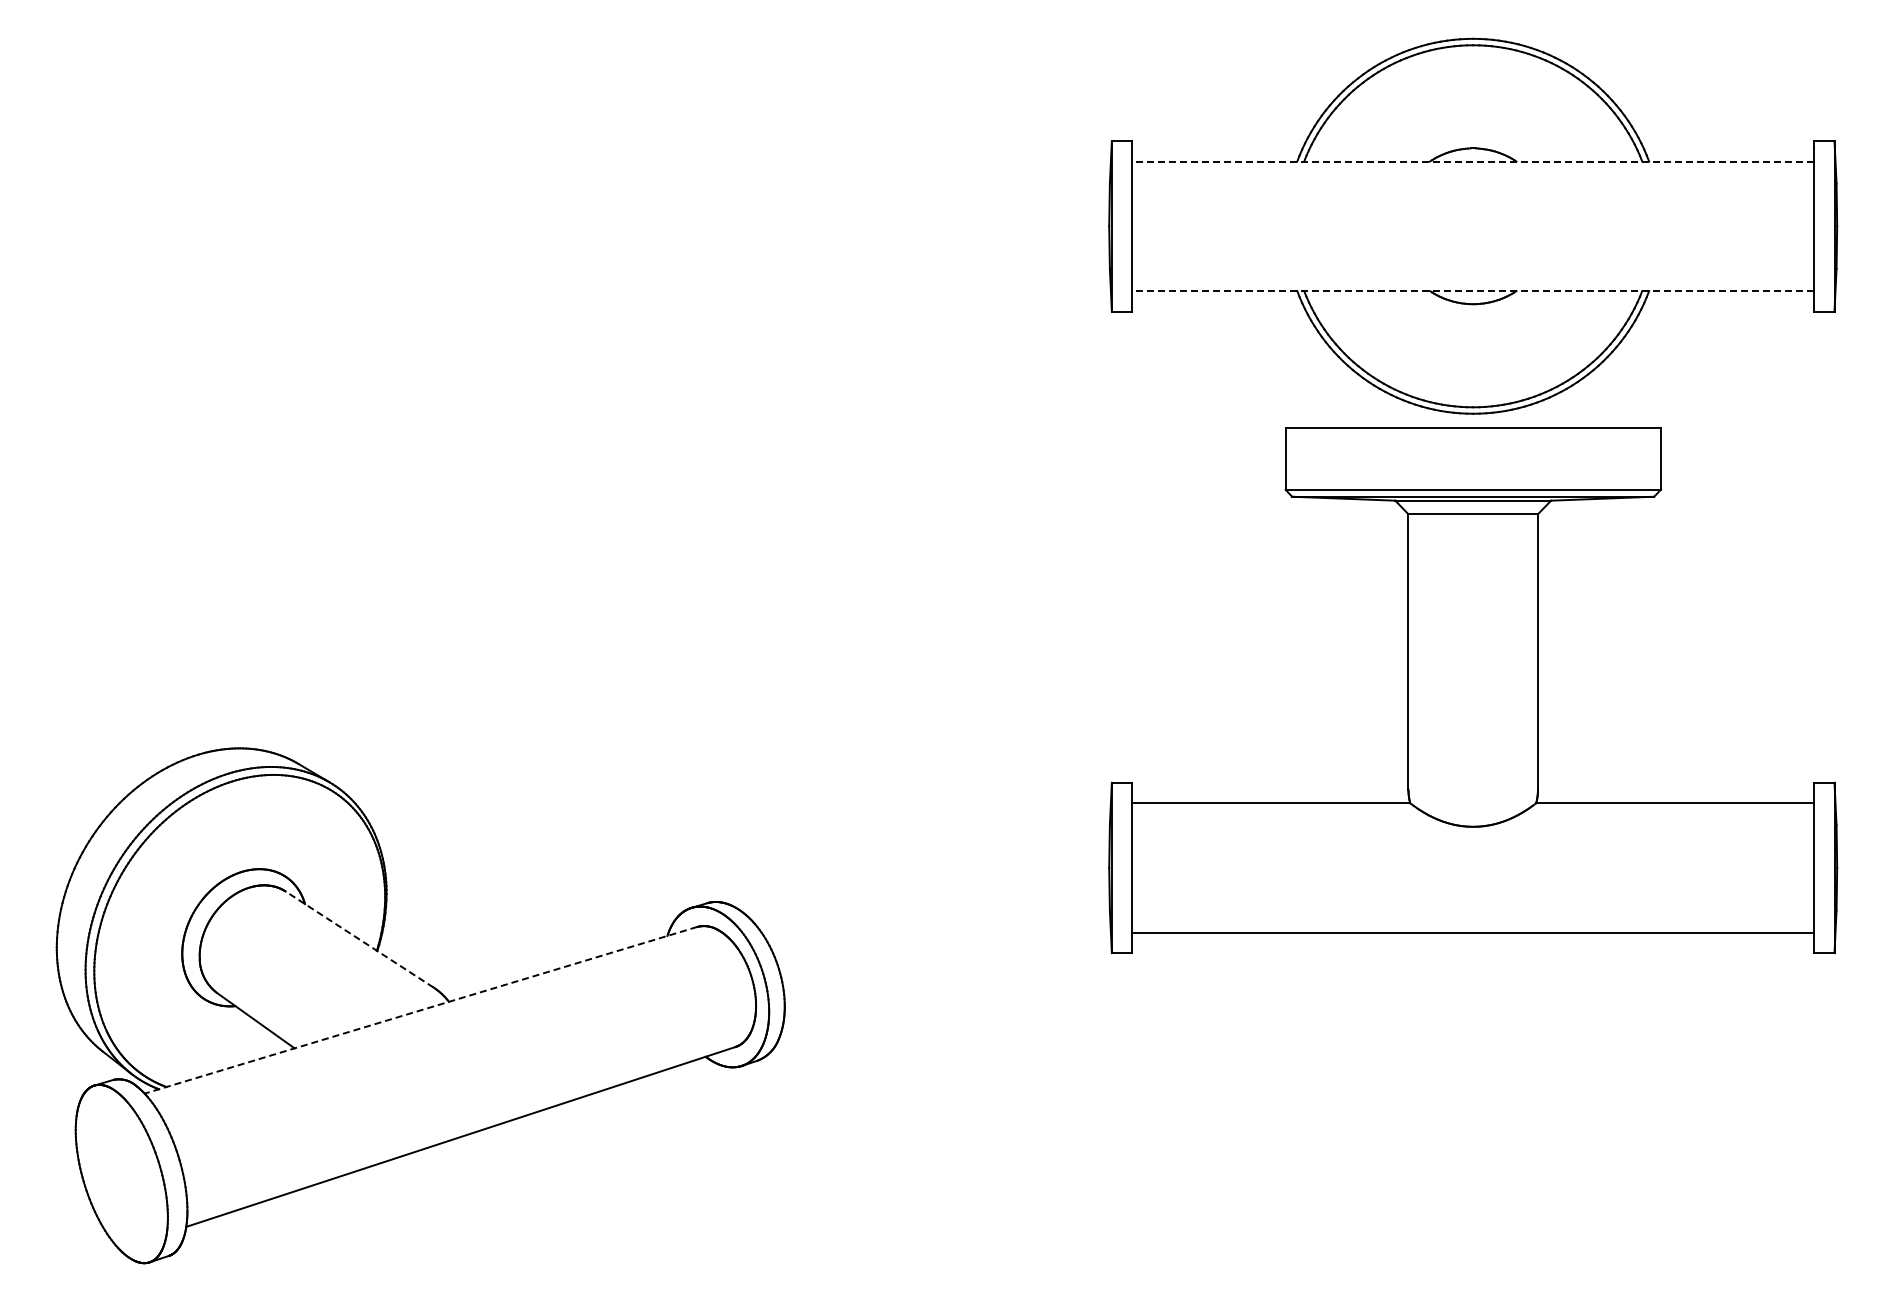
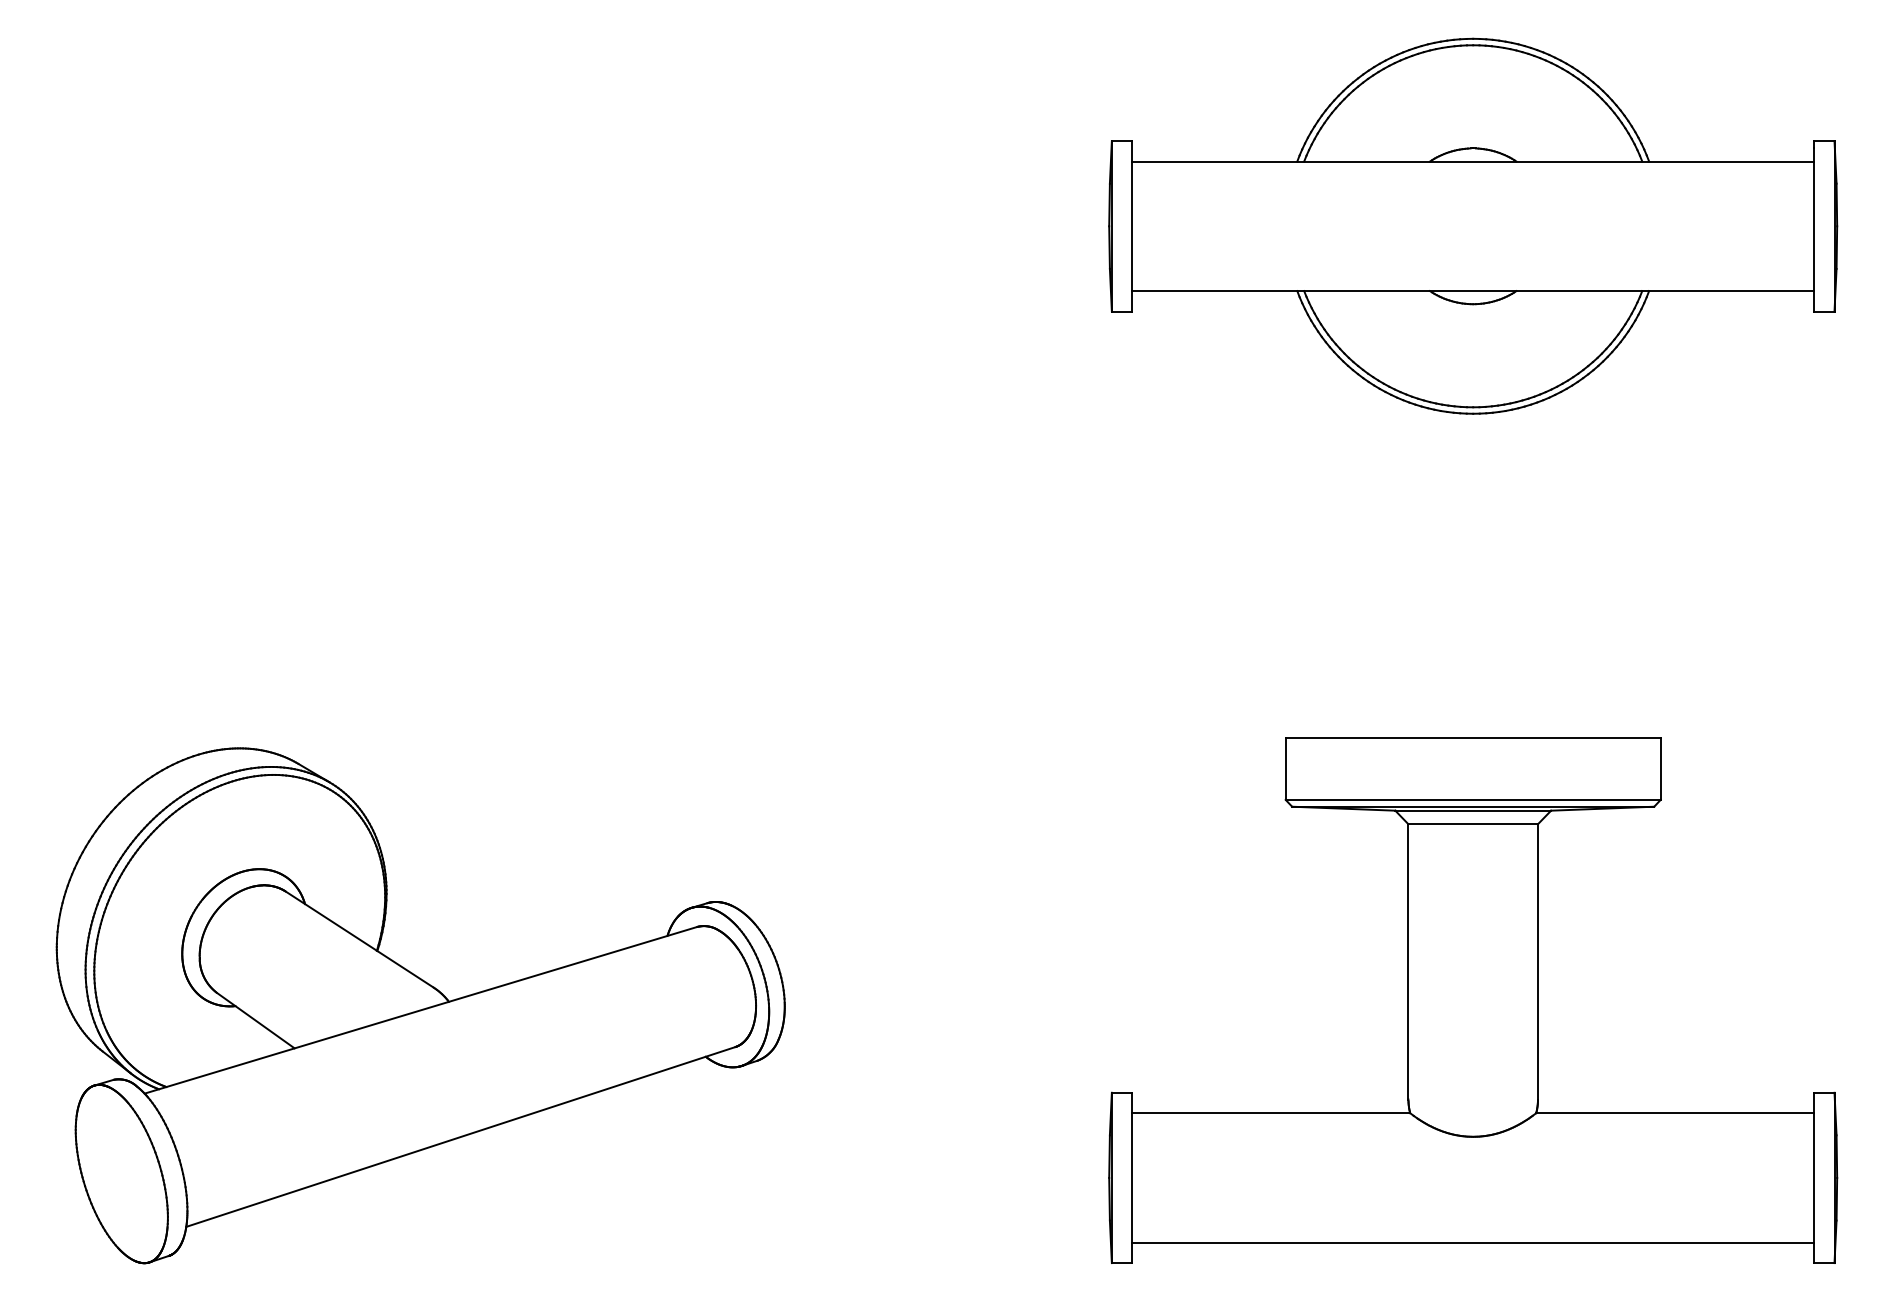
line at (1473, 161): dashed -> solid
line at (1473, 291): dashed -> solid
part at (1473, 690) position: (1473, 690) -> (1473, 1000)
line at (359, 939): dashed -> solid
line at (420, 1010): dashed -> solid
